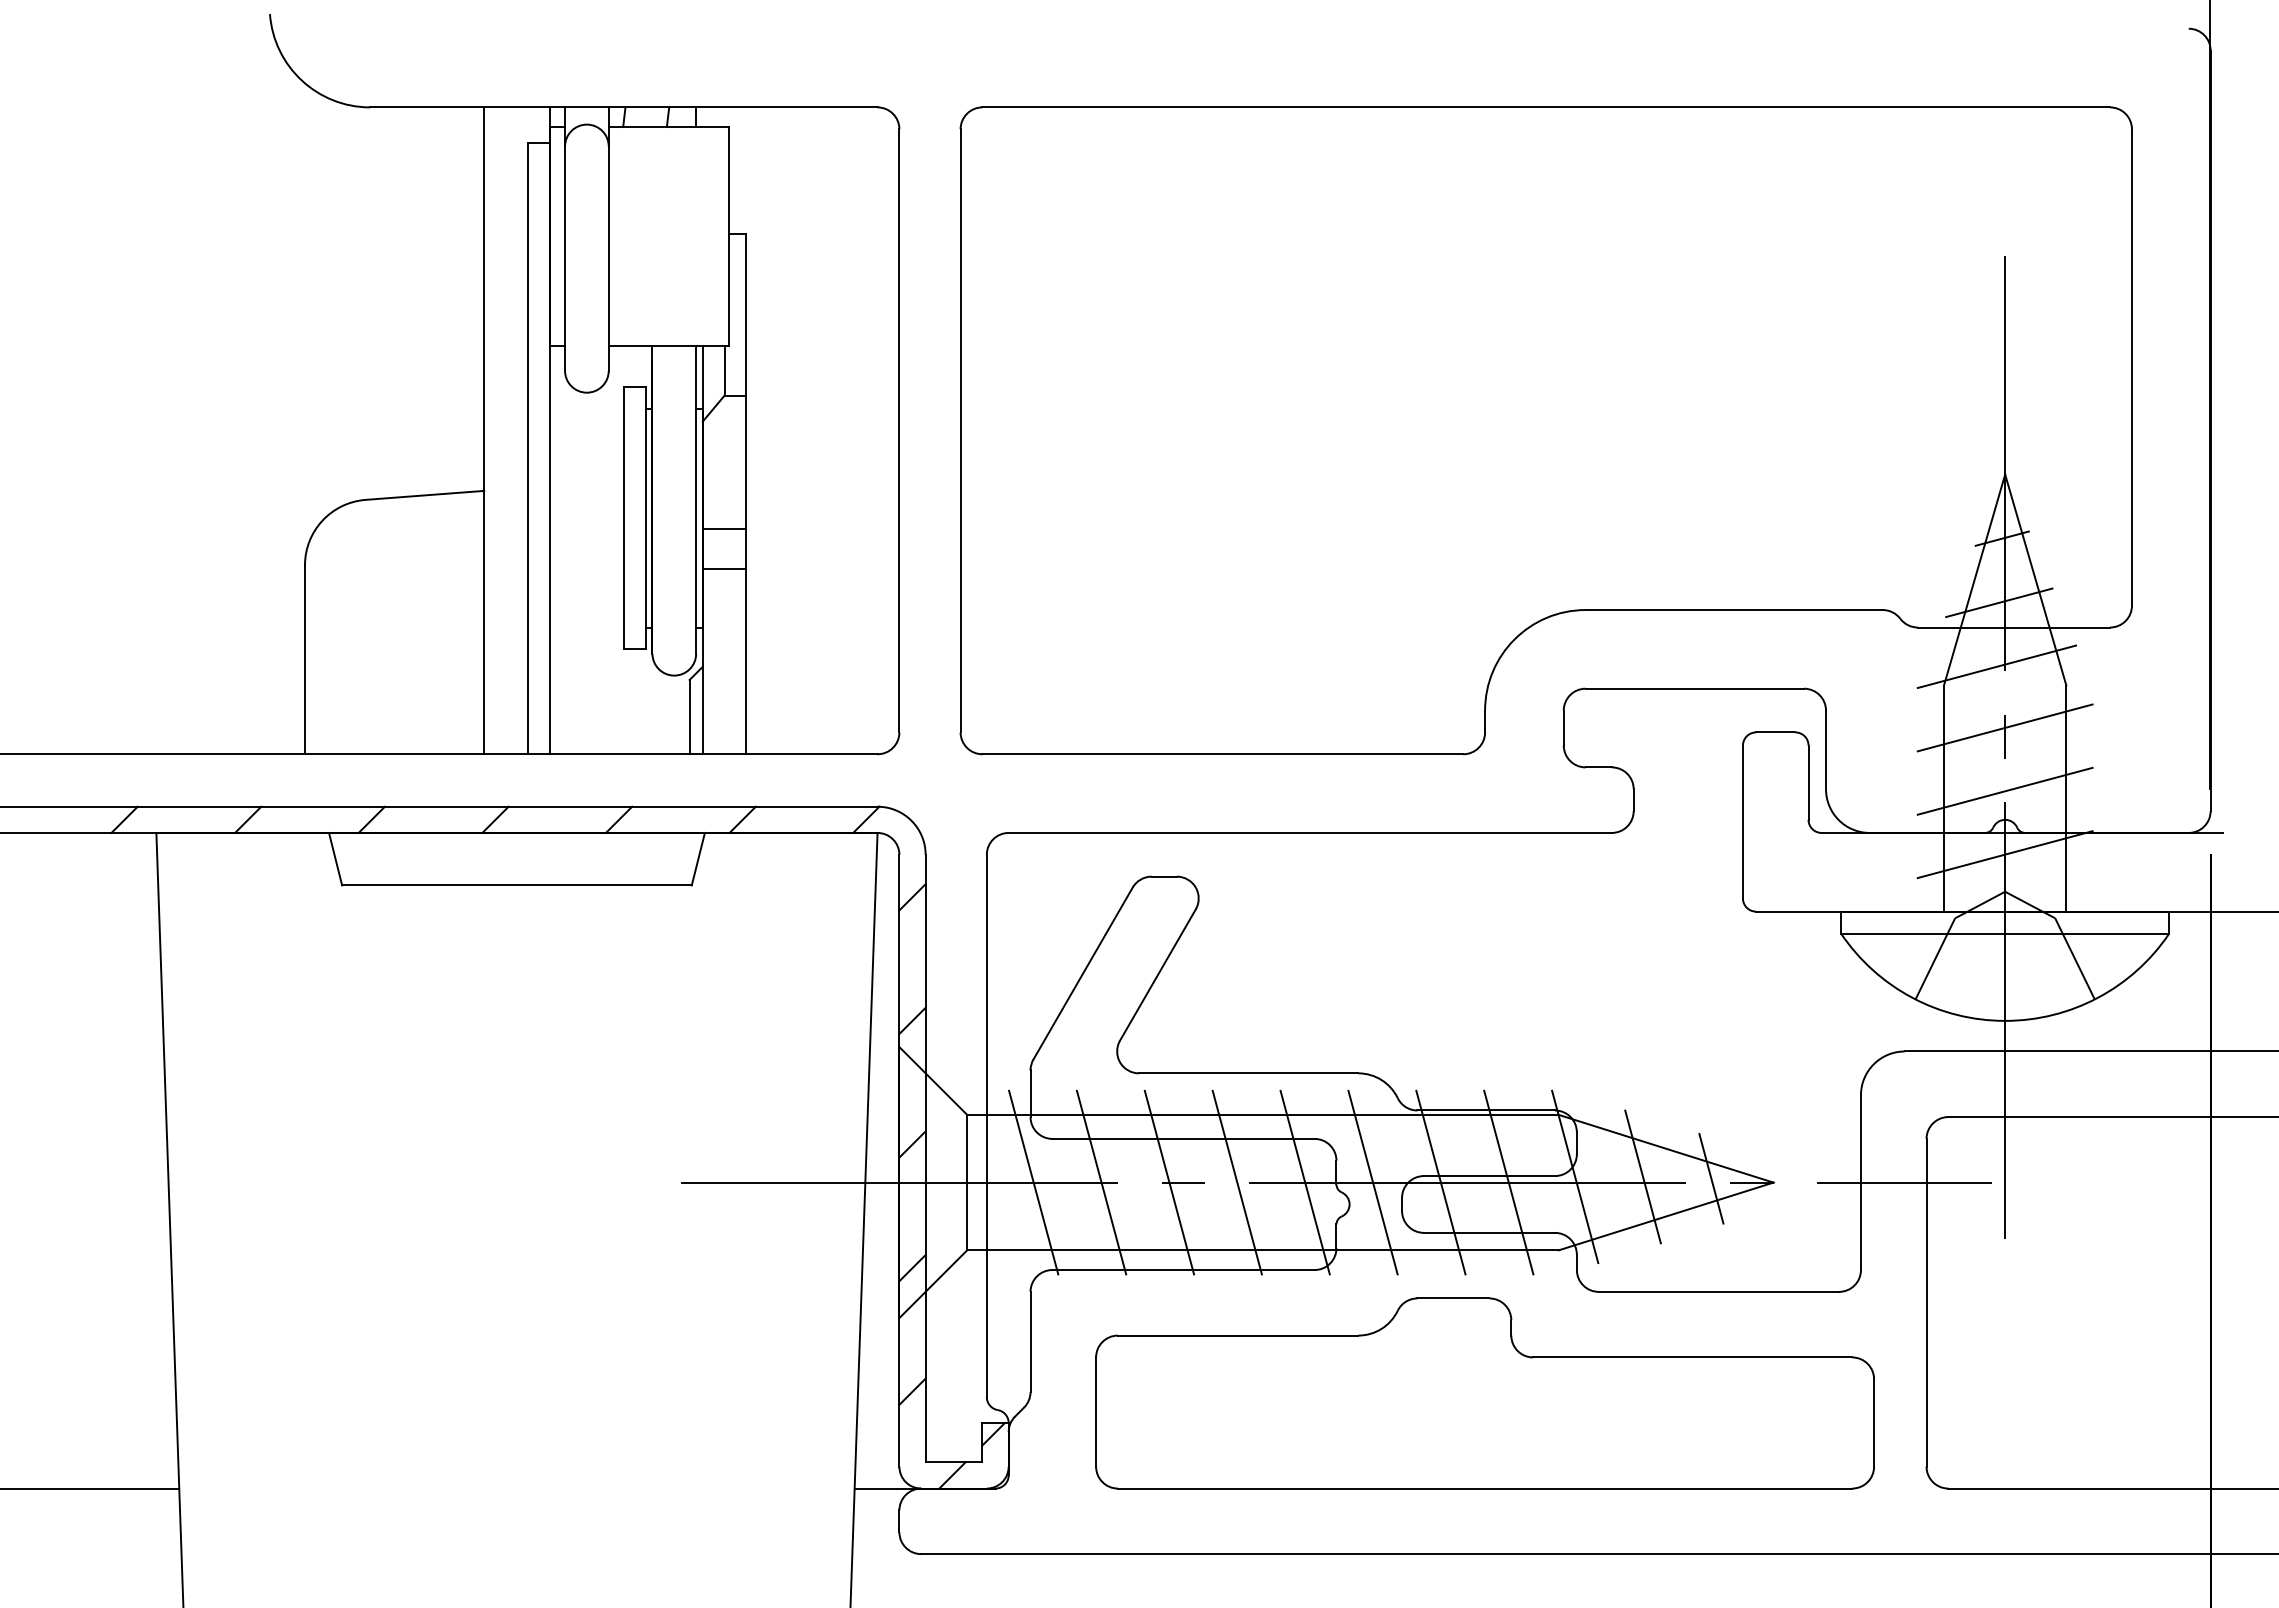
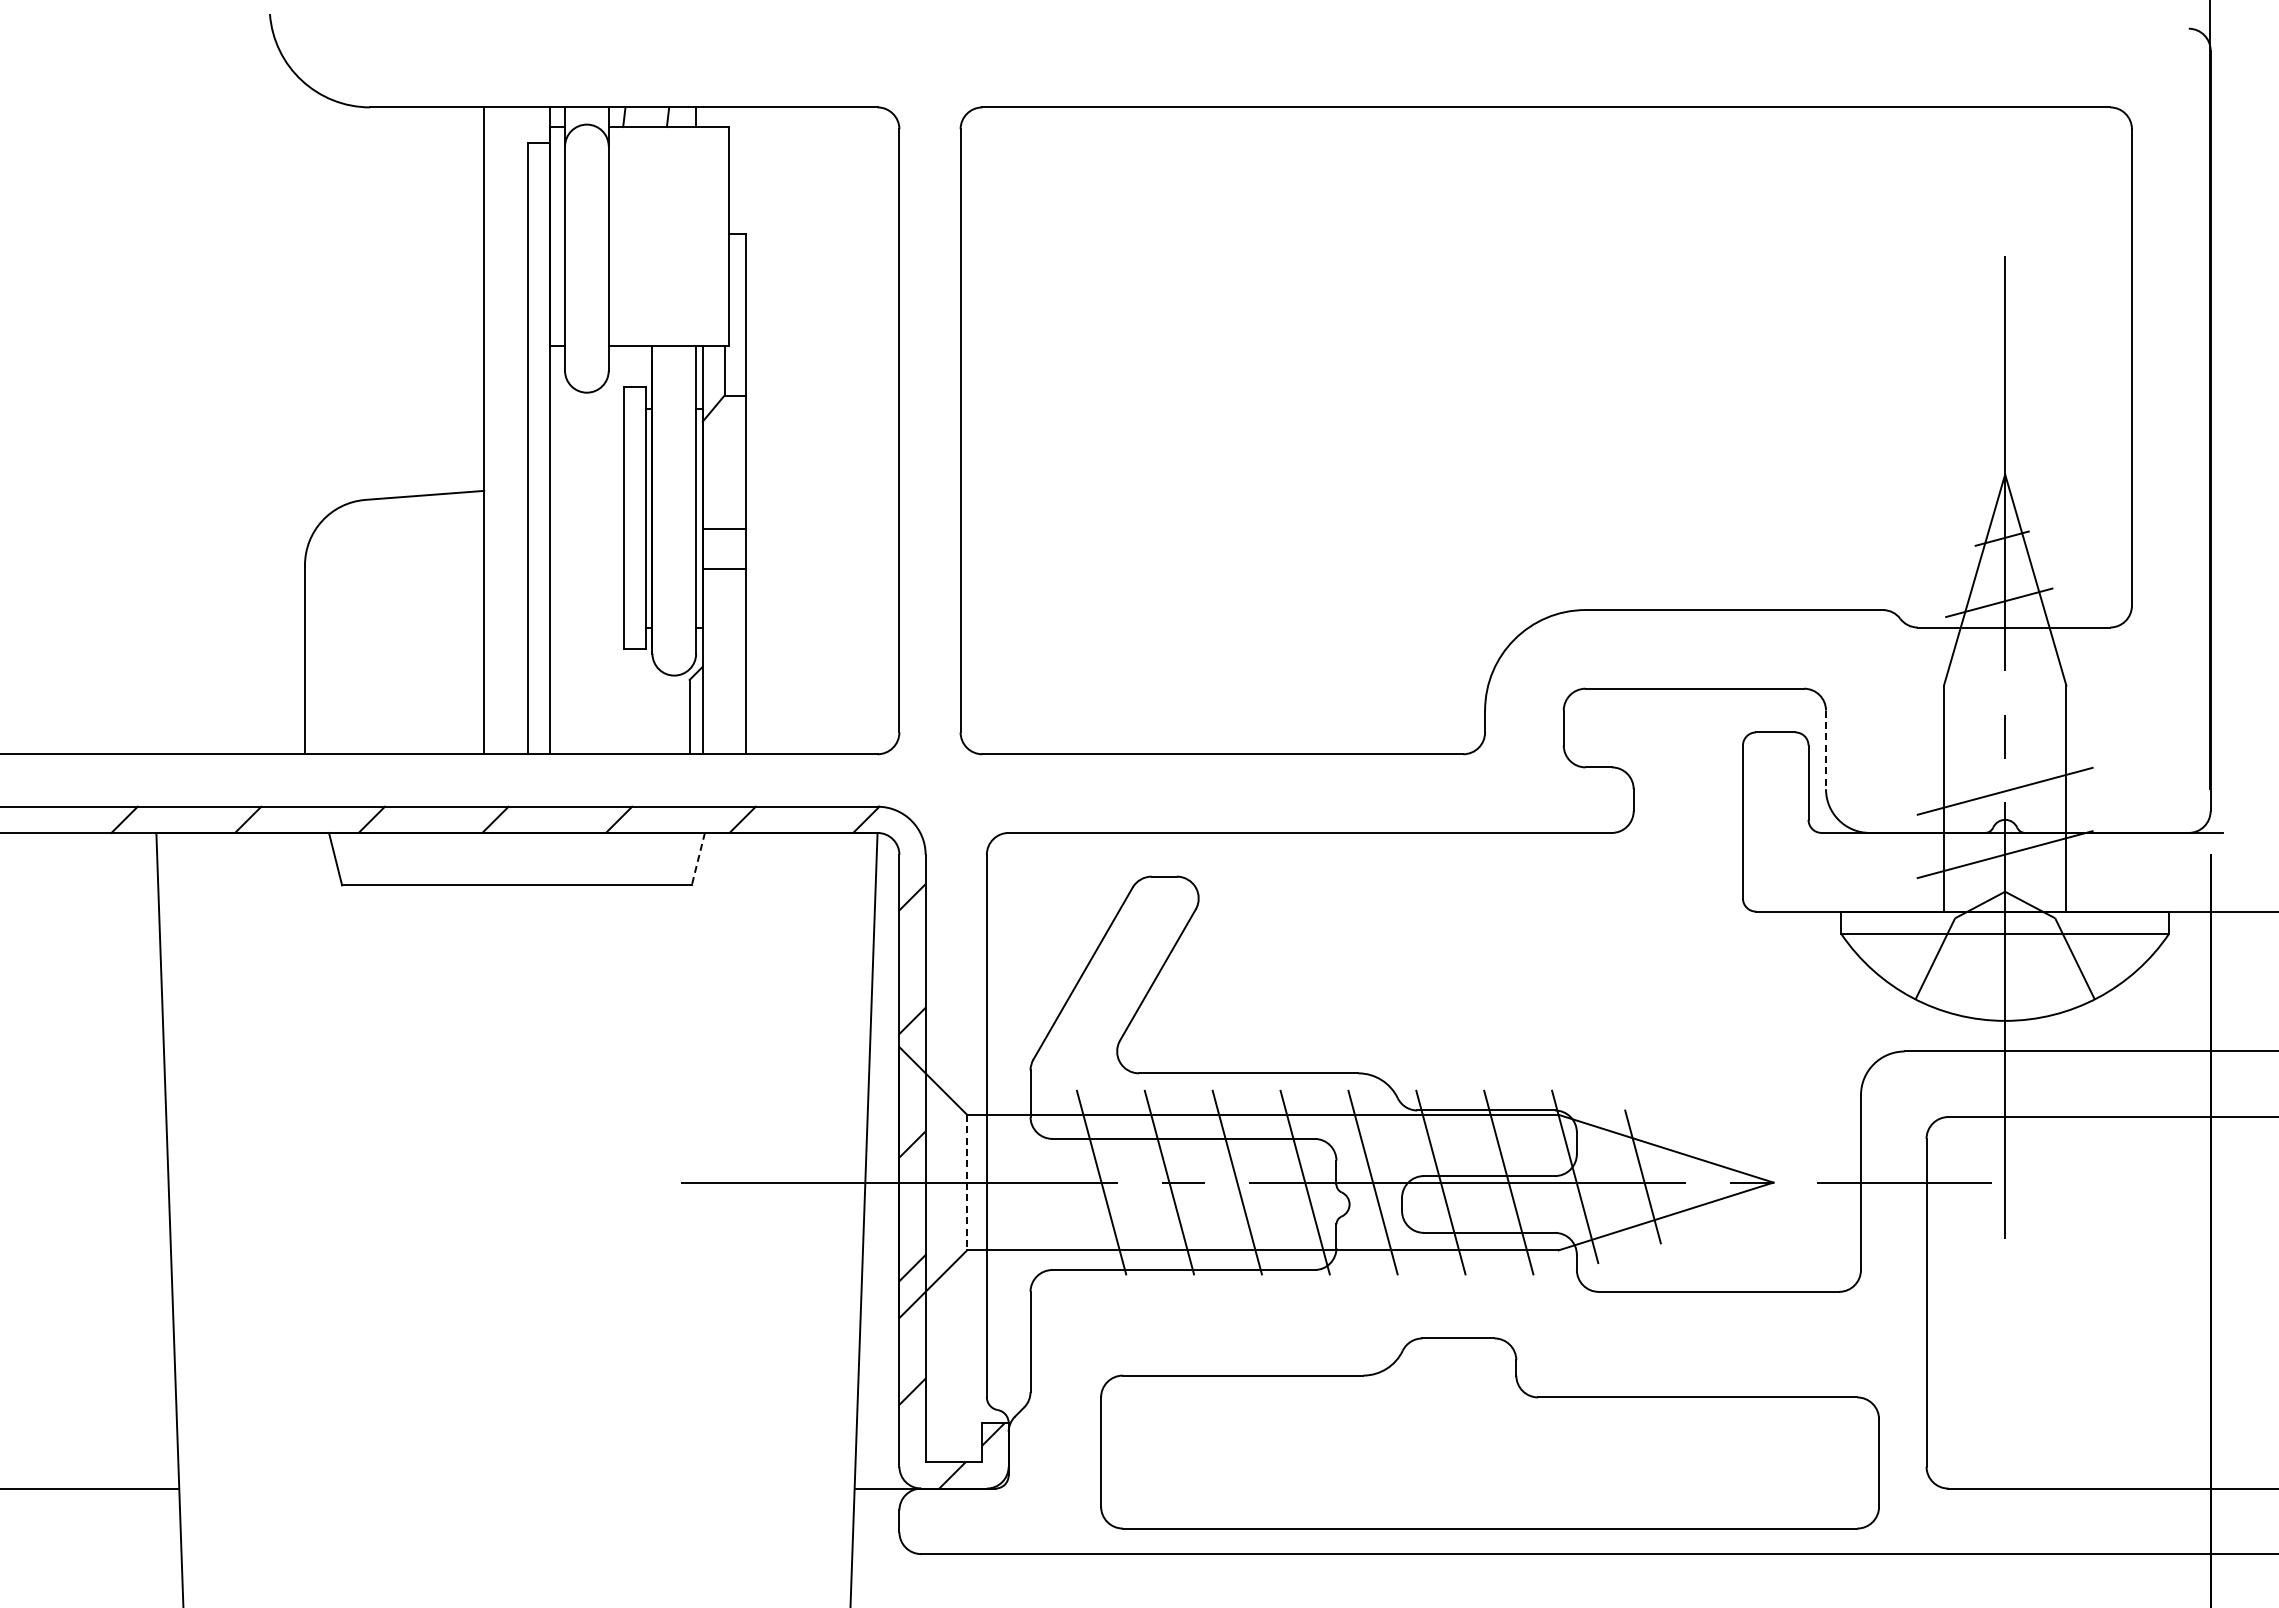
line at (1996, 666): present -> none
line at (2004, 727): present -> none
line at (1826, 750): solid -> dashed
line at (698, 859): solid -> dashed
line at (1711, 1178): present -> none
line at (967, 1182): solid -> dashed
line at (1033, 1182): present -> none
part at (1484, 1393) position: (1484, 1393) -> (1489, 1433)
